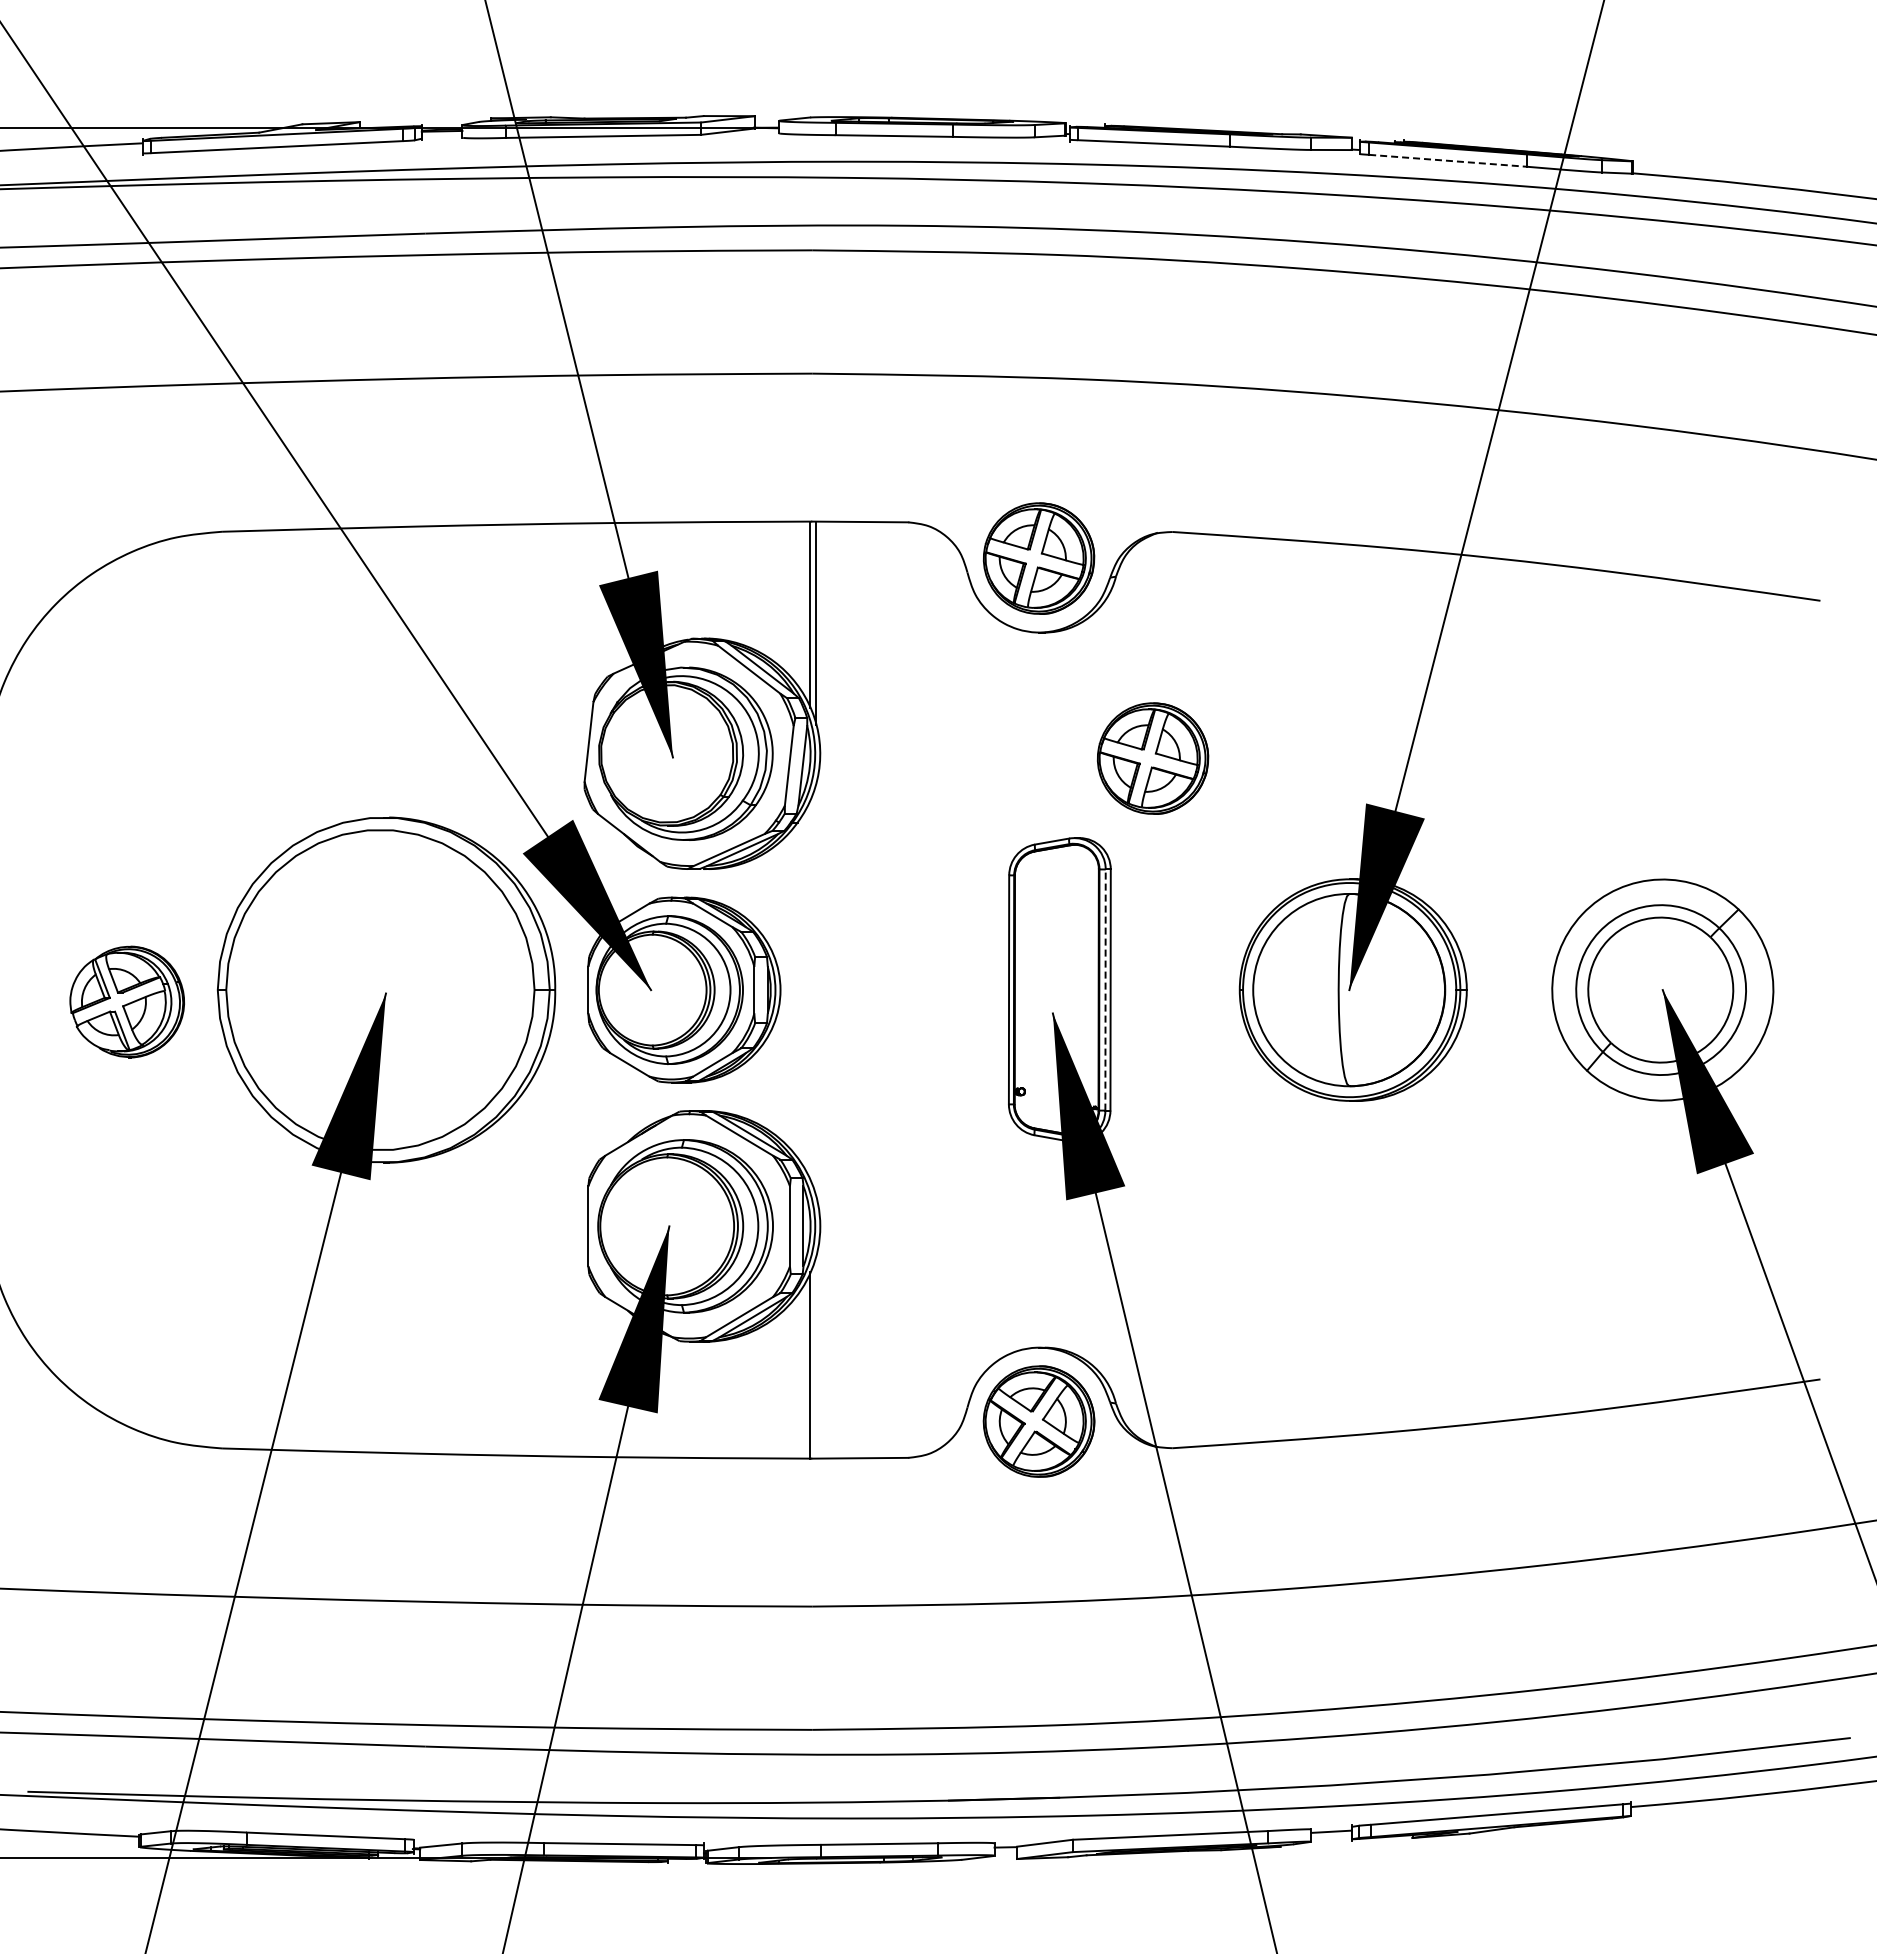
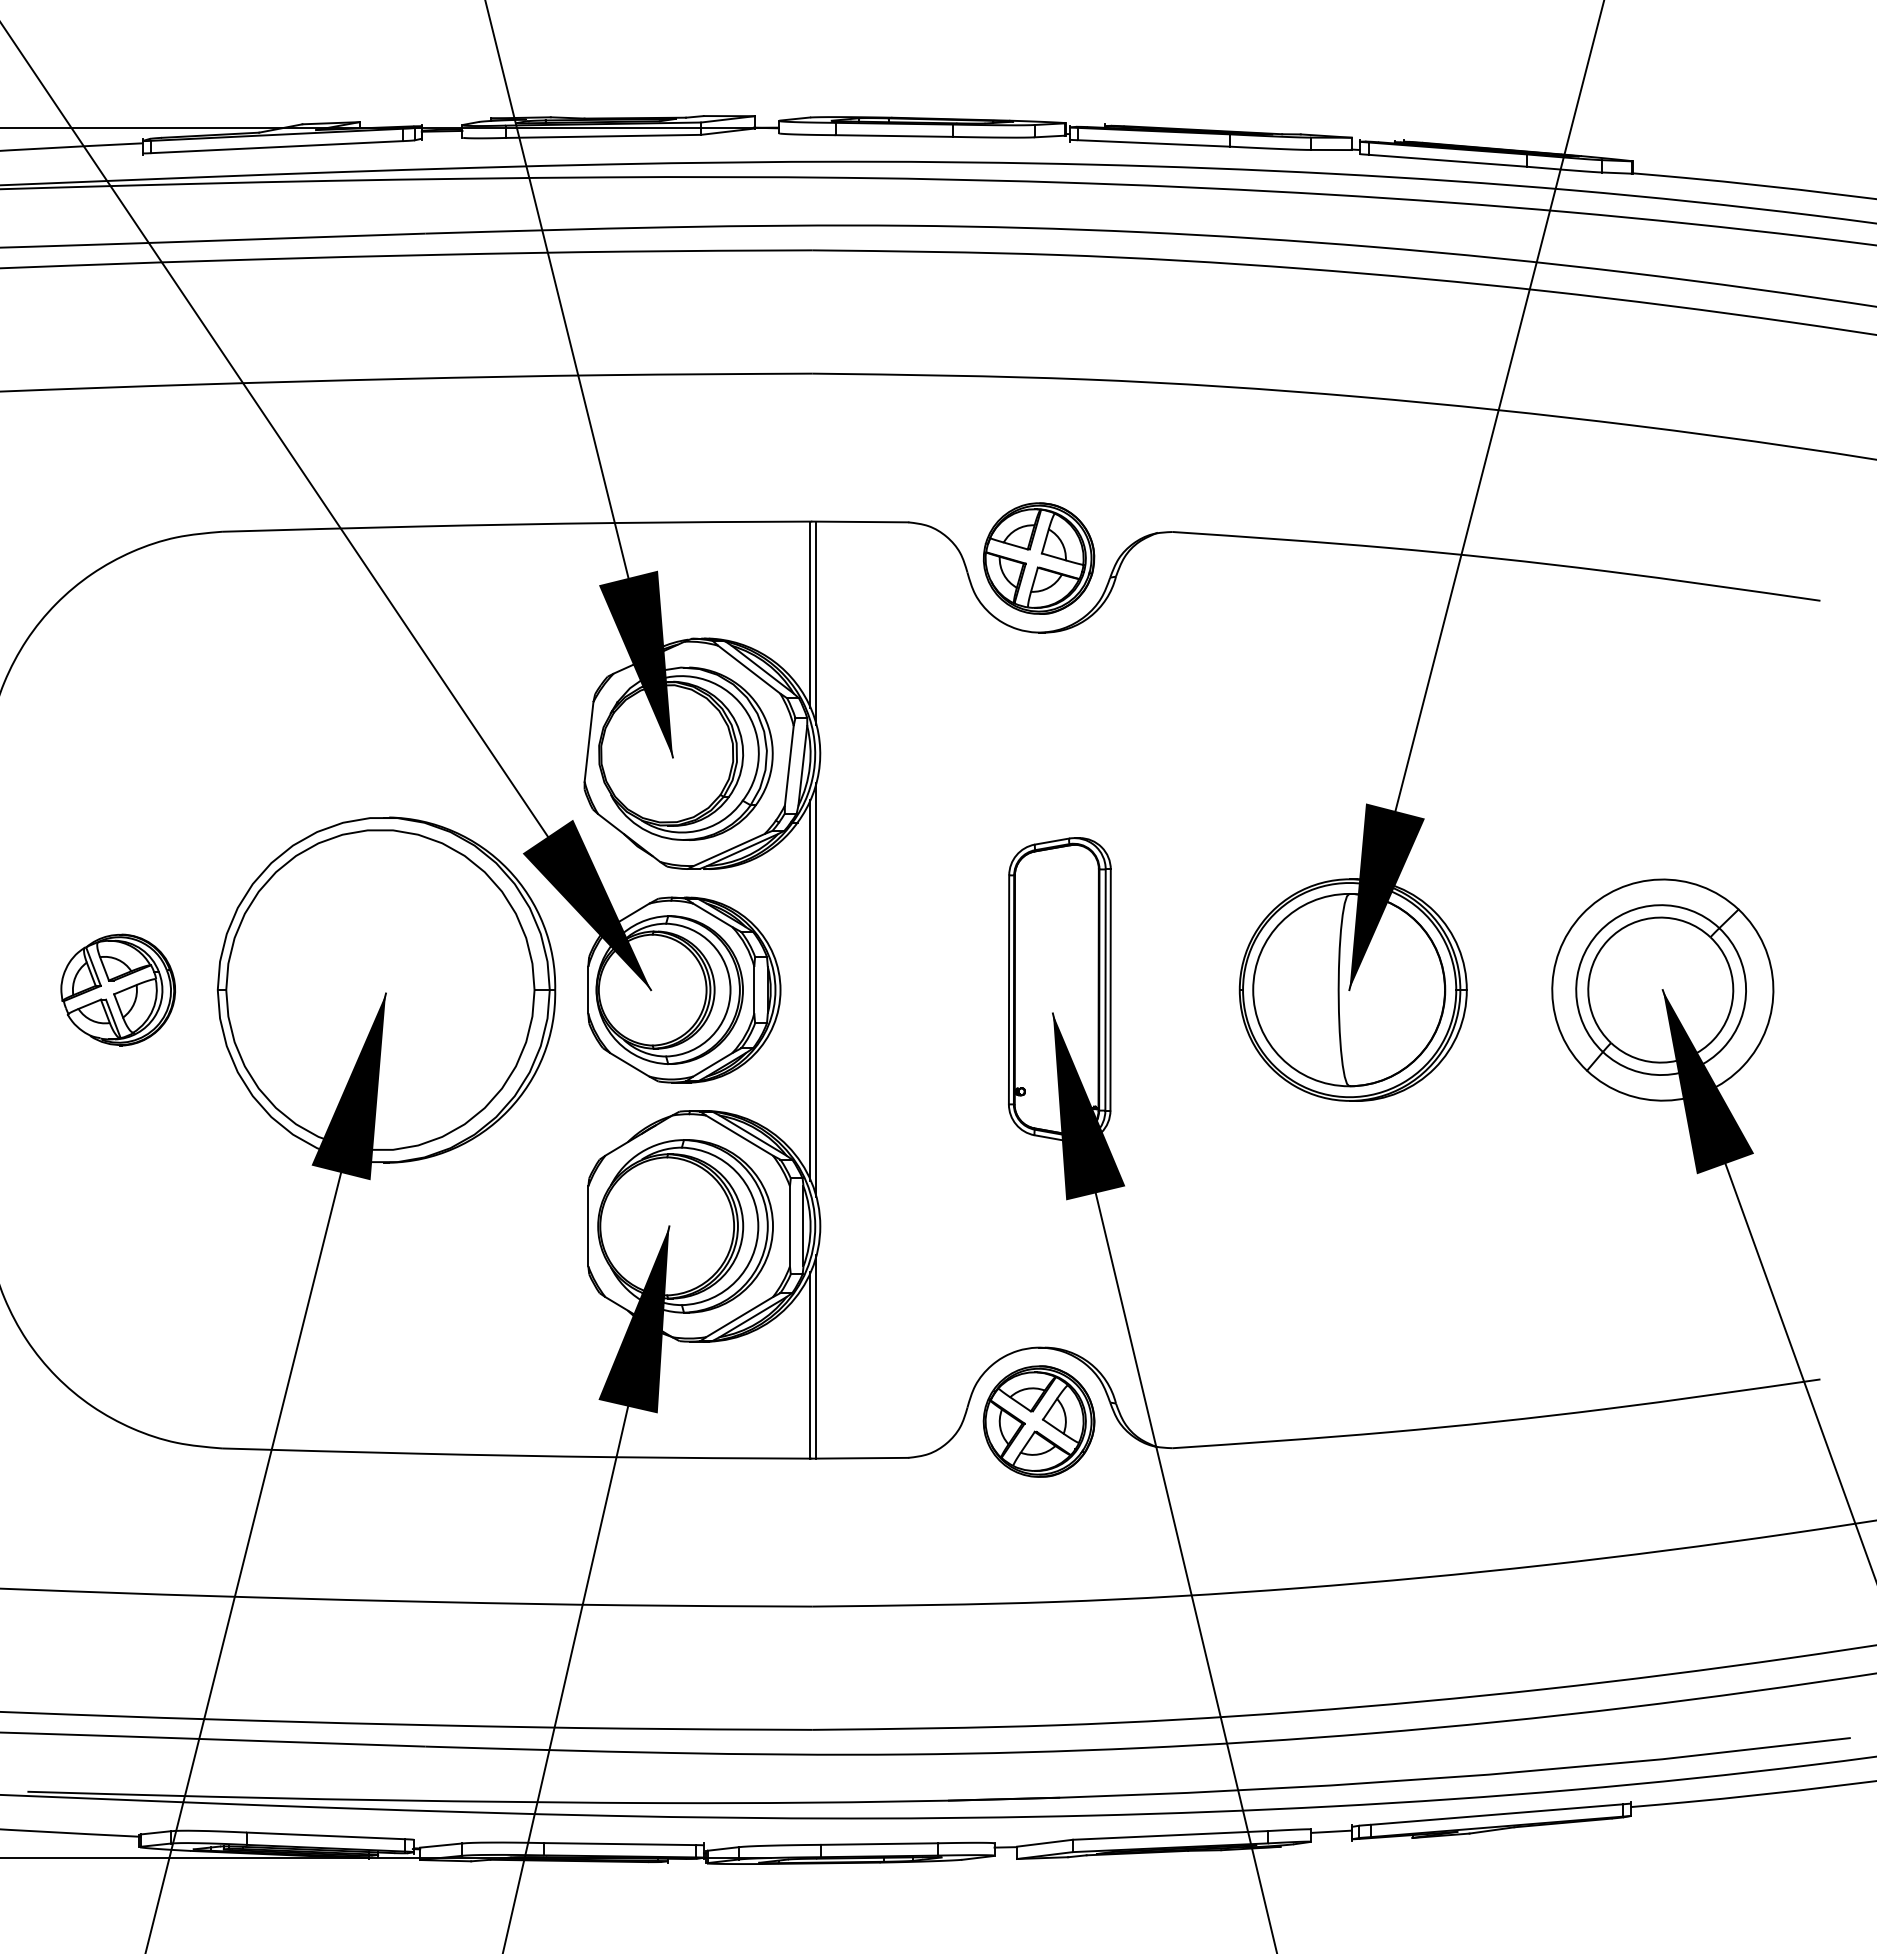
line at (1448, 160): dashed -> solid
part at (1153, 758): present -> none
line at (810, 989): none -> present
line at (815, 989): none -> present
line at (1105, 990): dashed -> solid
part at (126, 1001) position: (126, 1001) -> (117, 989)
line at (815, 1356): none -> present
